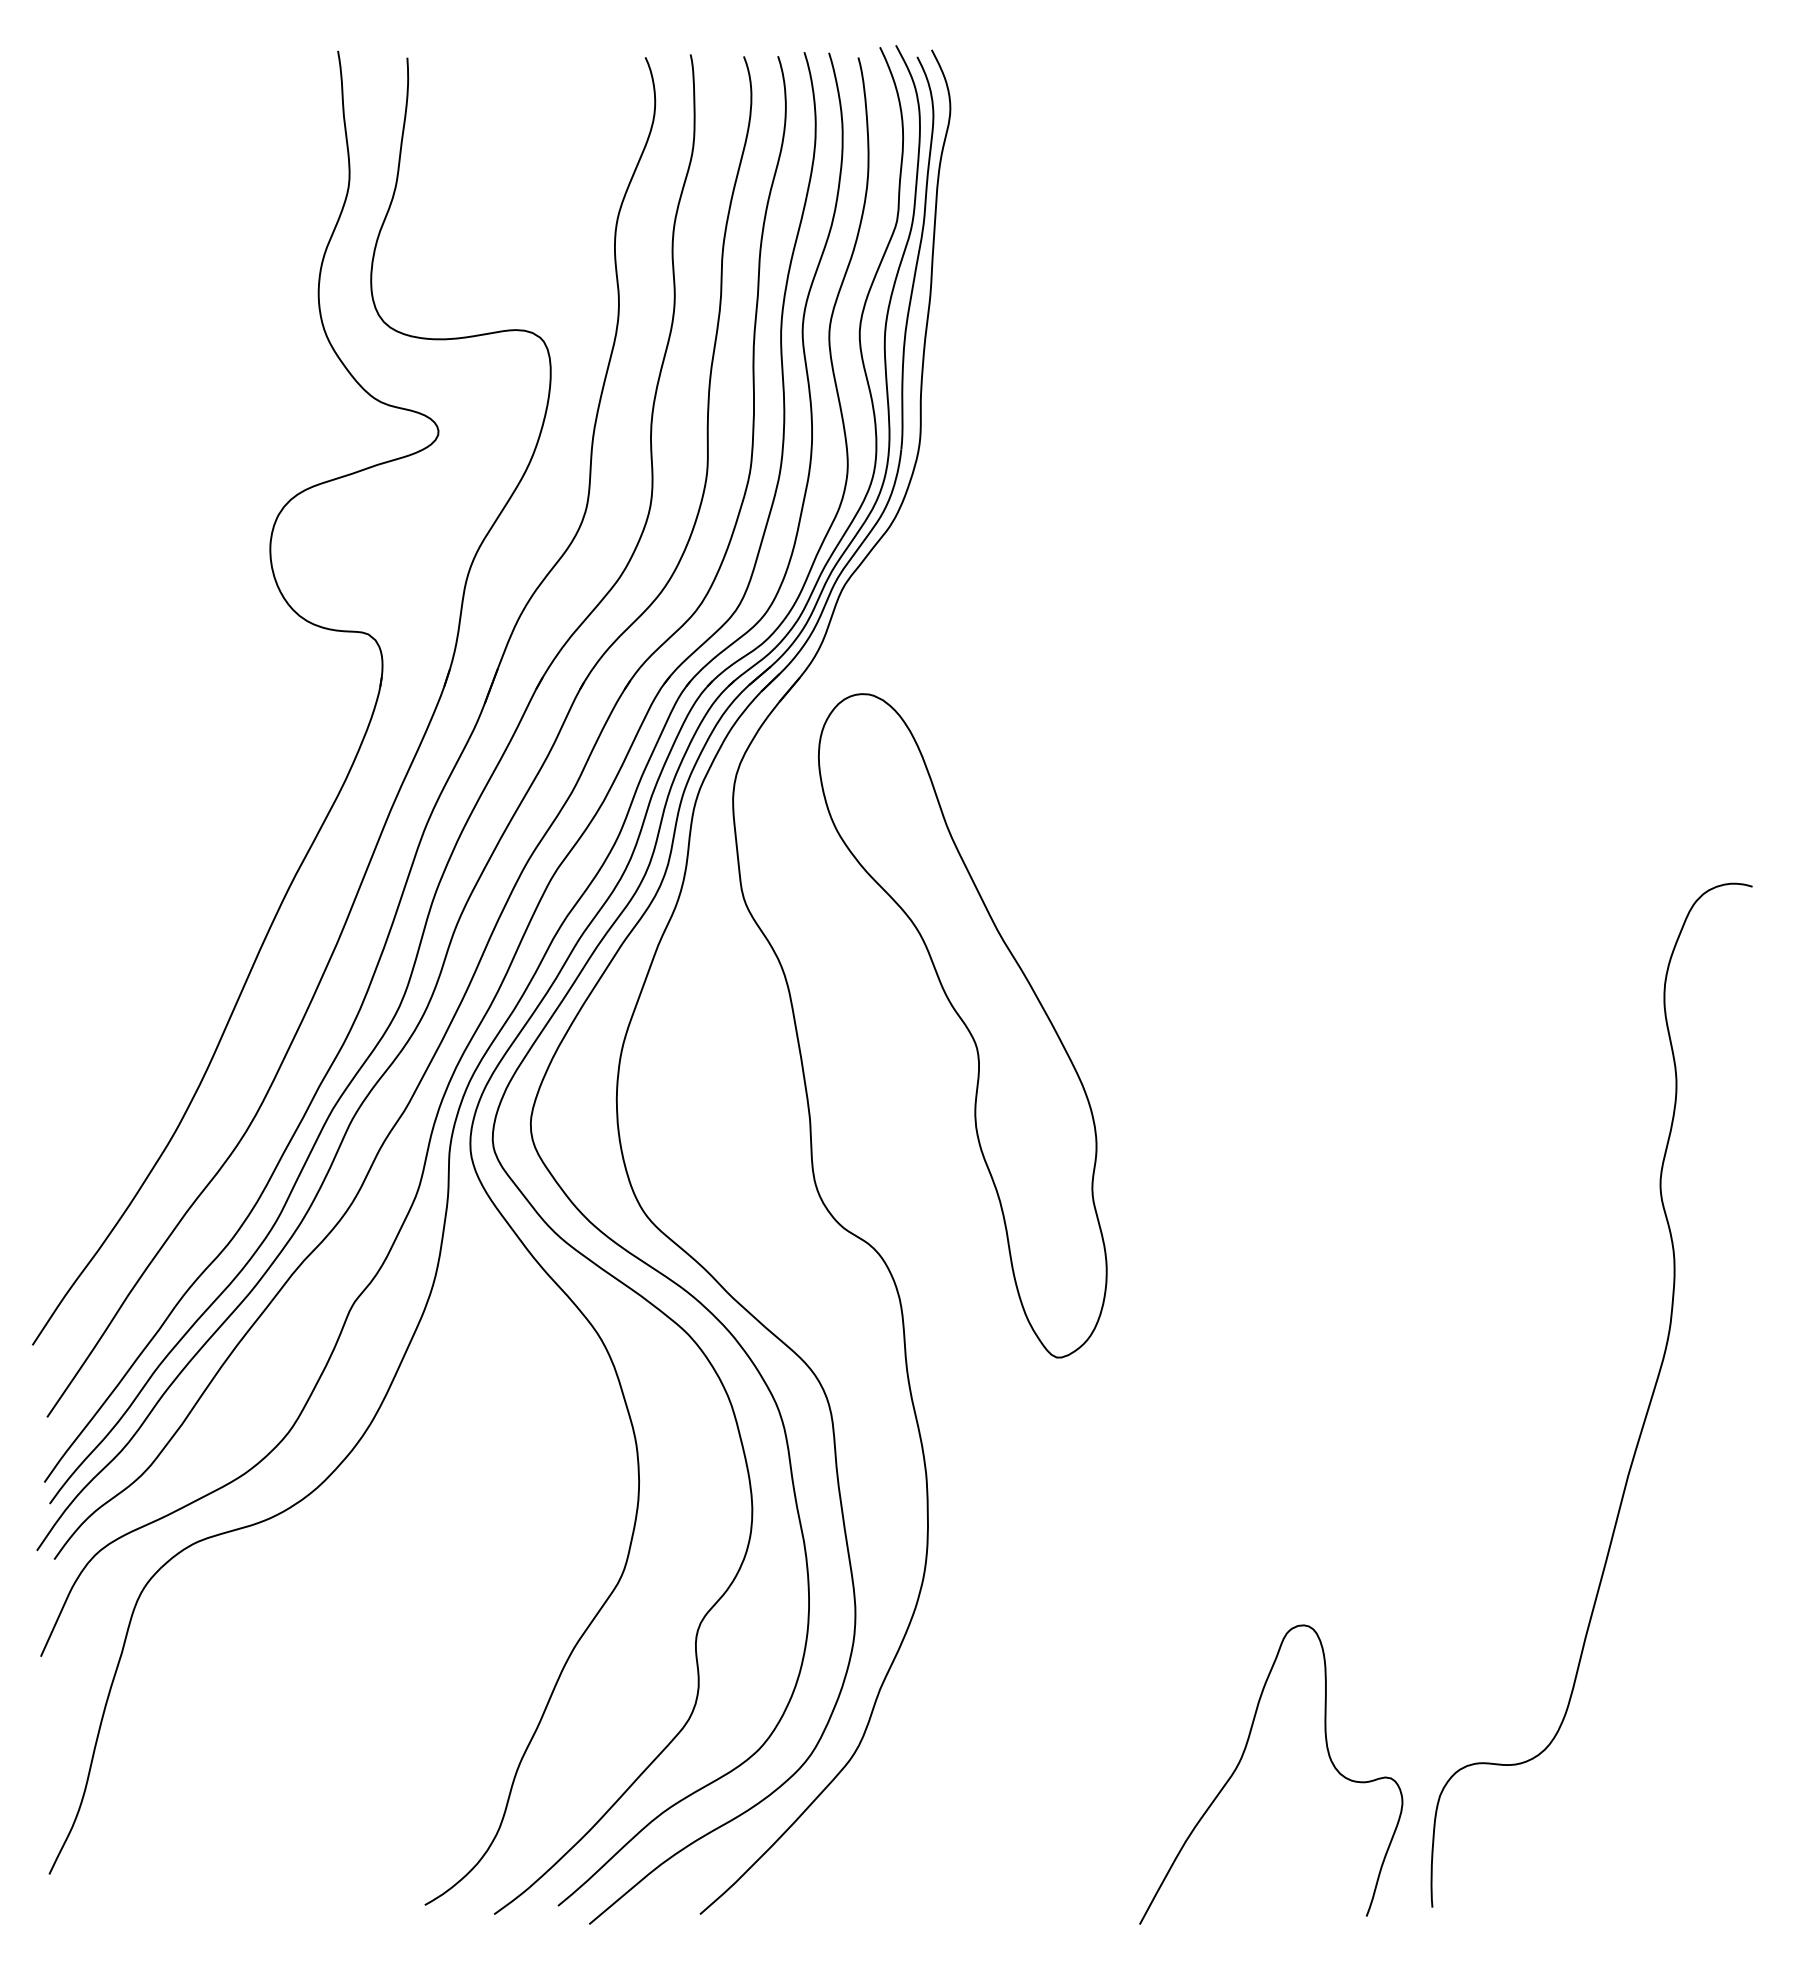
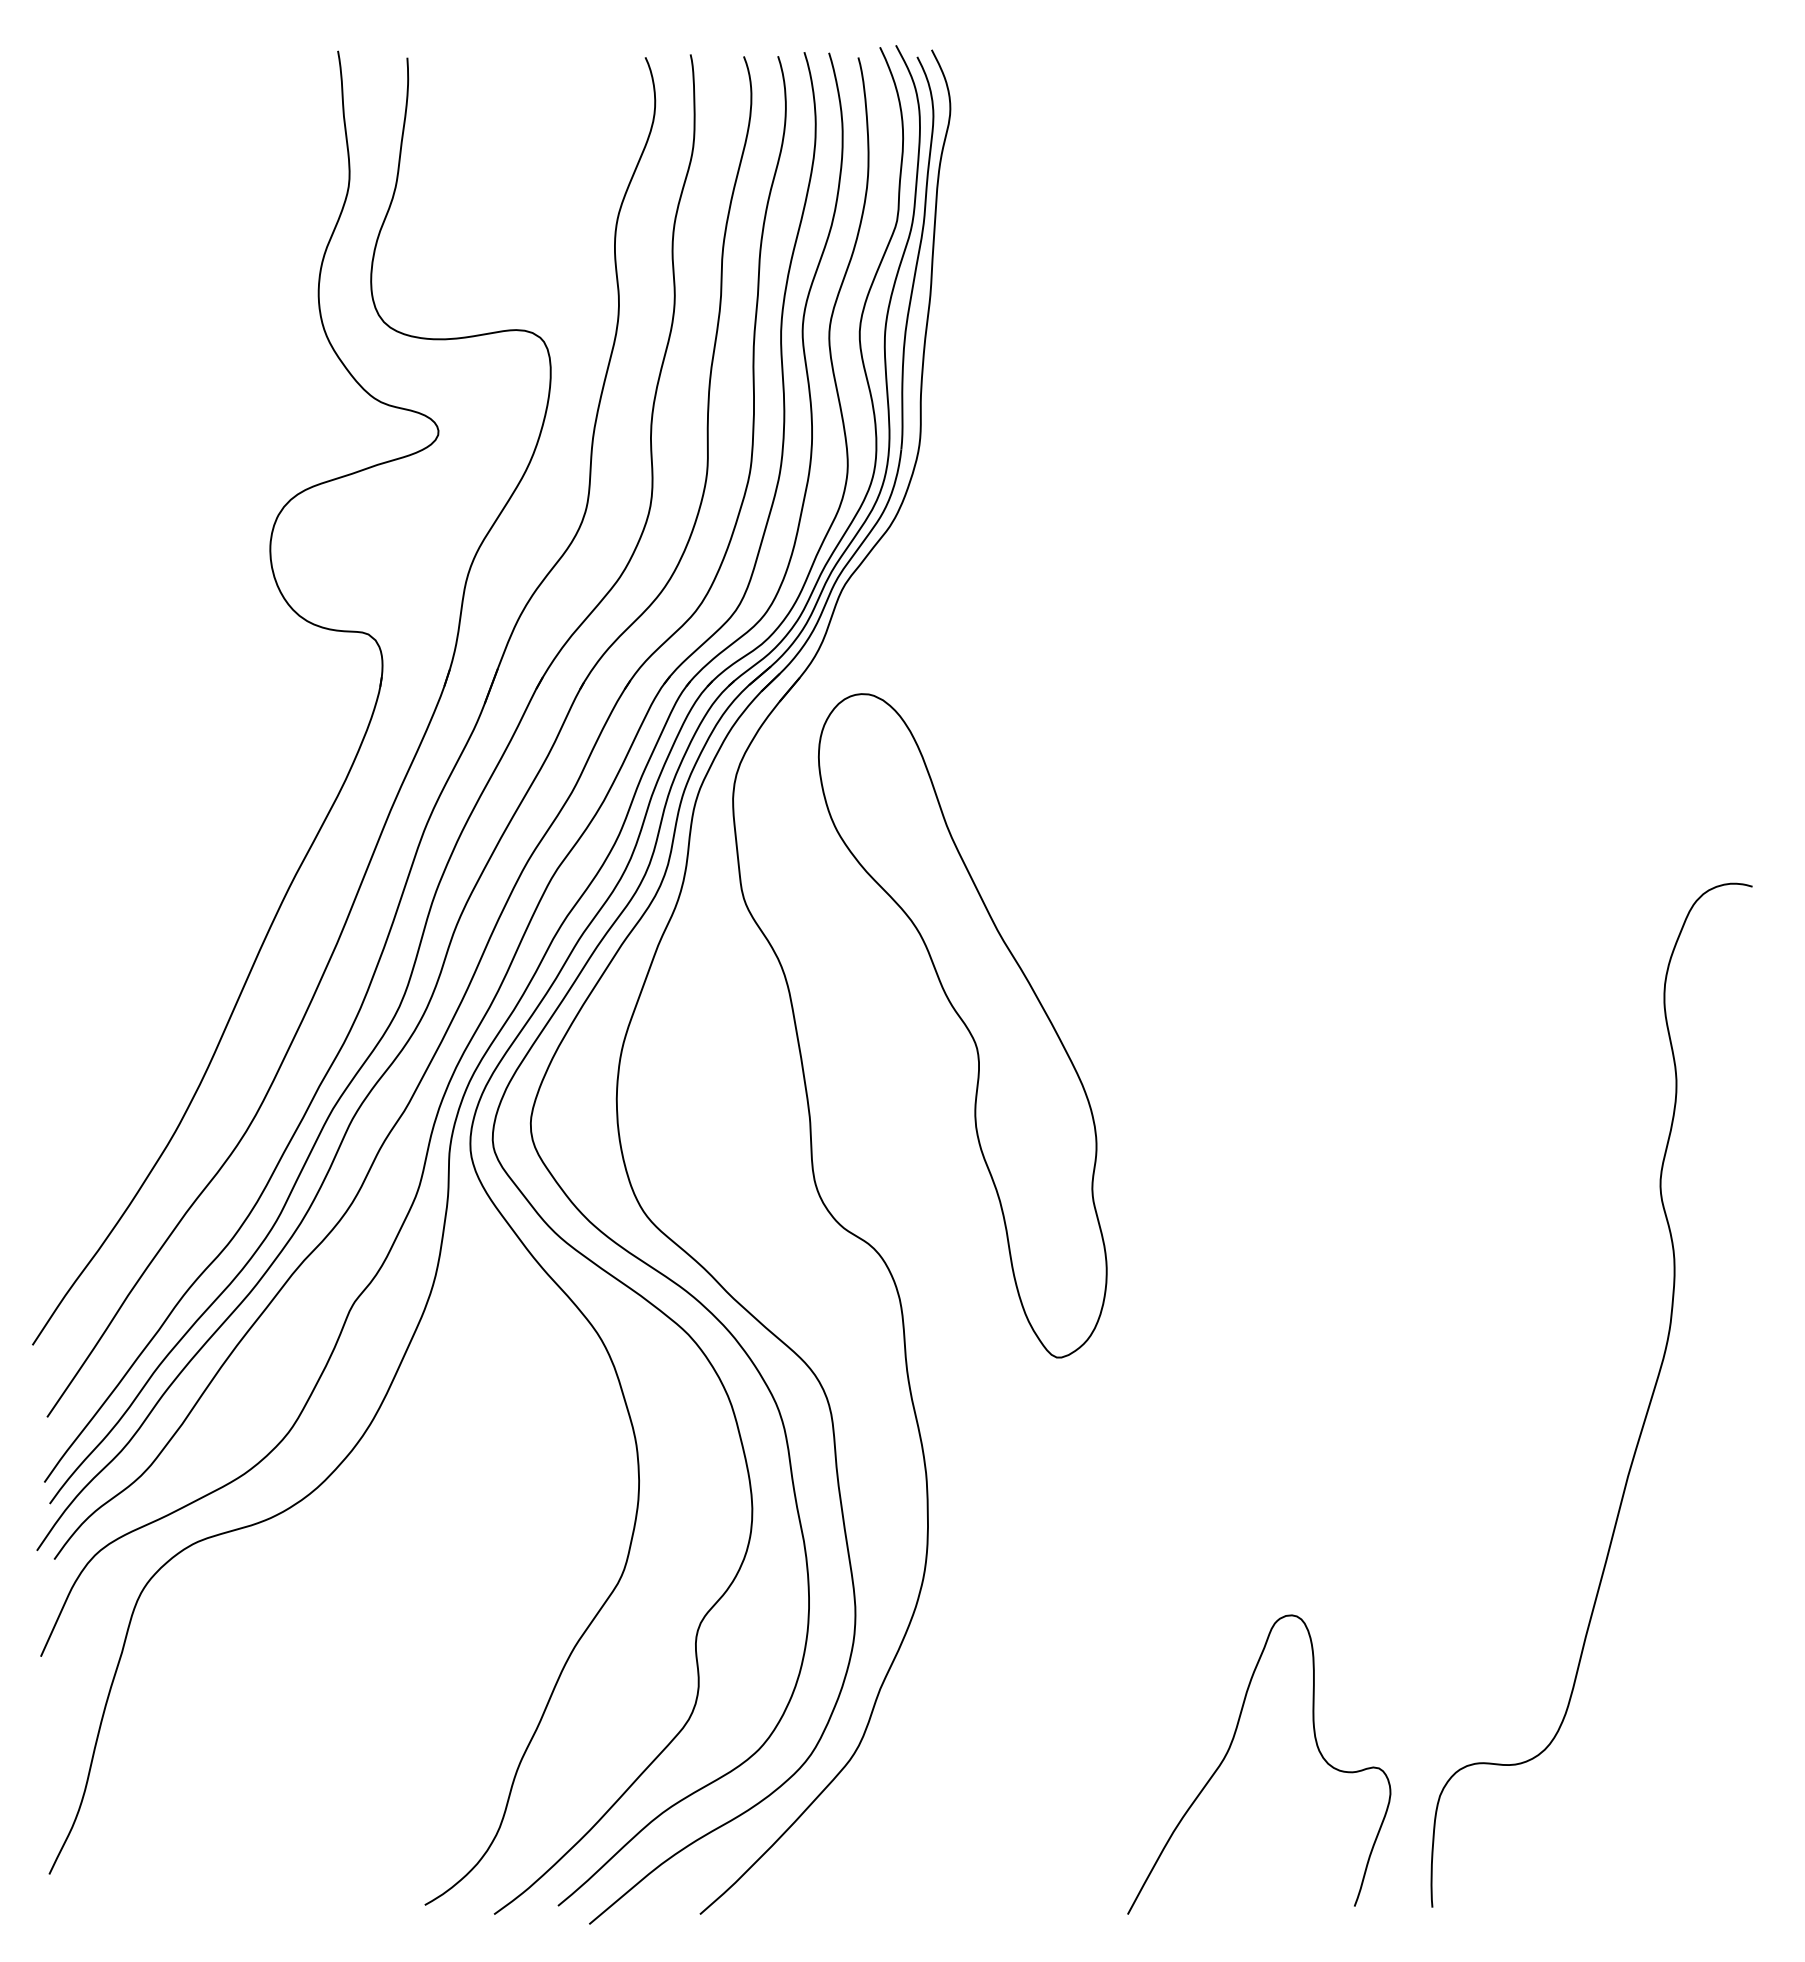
curve at (1241, 1760) position: (1241, 1760) -> (1229, 1750)
